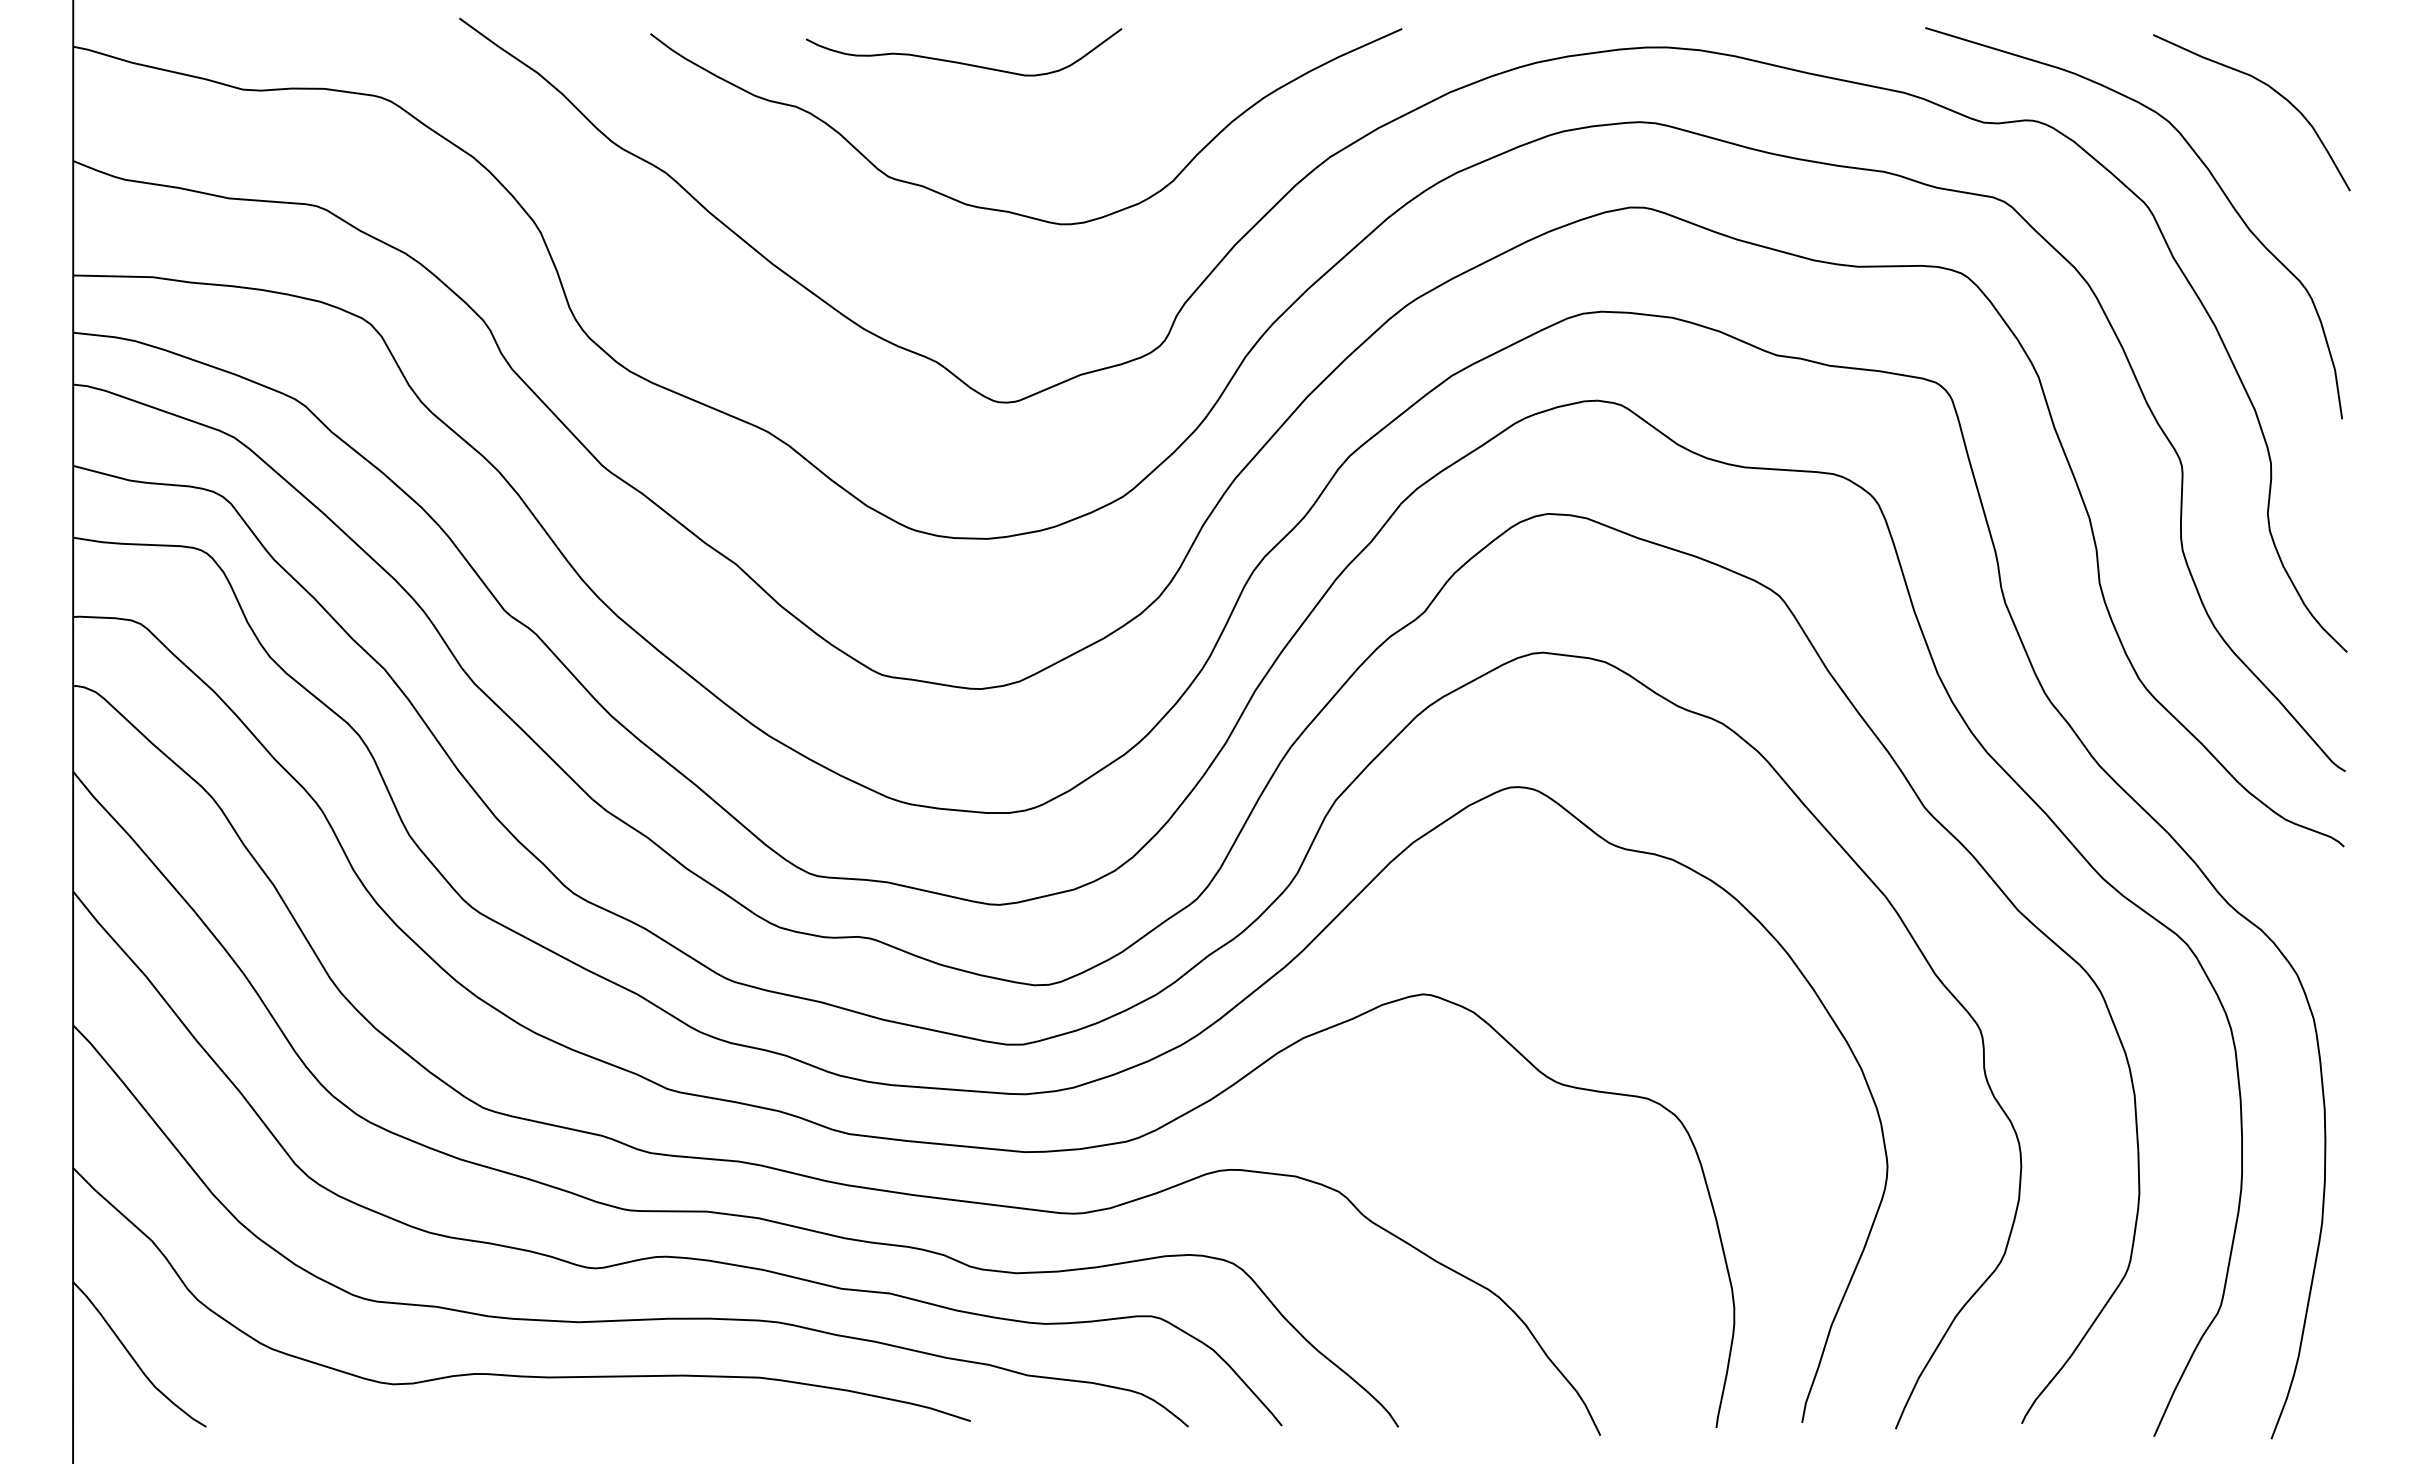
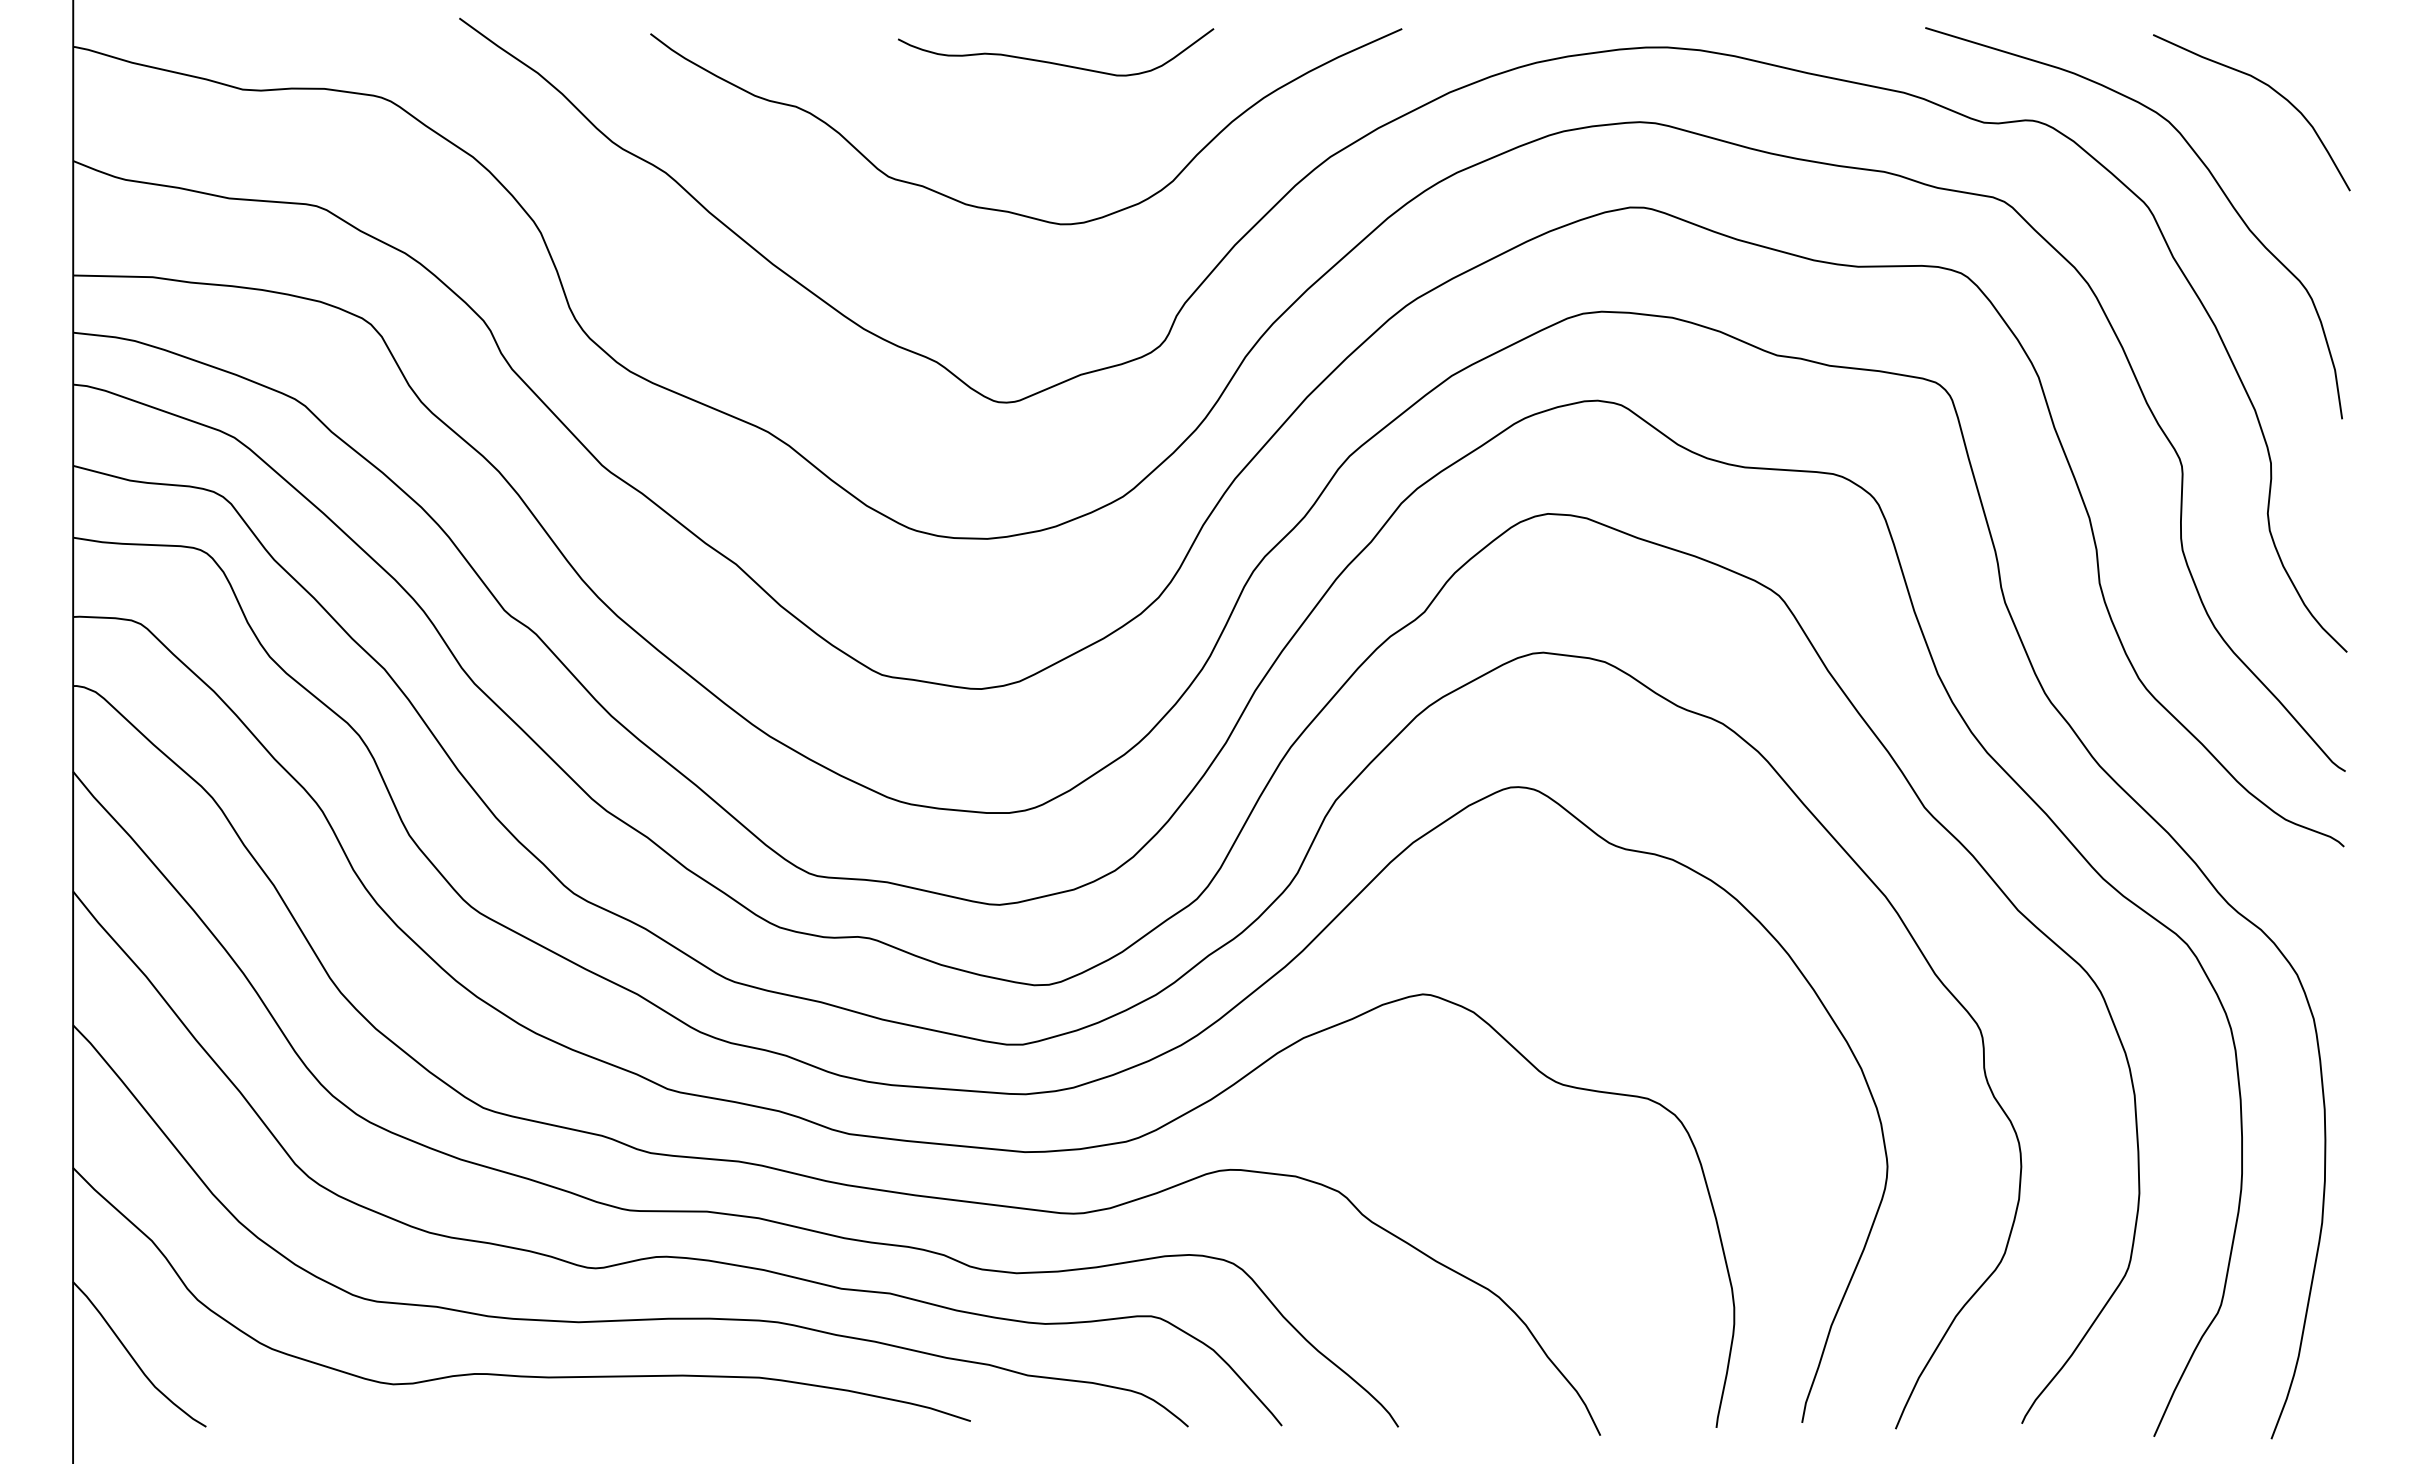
curve at (963, 62) position: (963, 62) -> (1055, 62)
